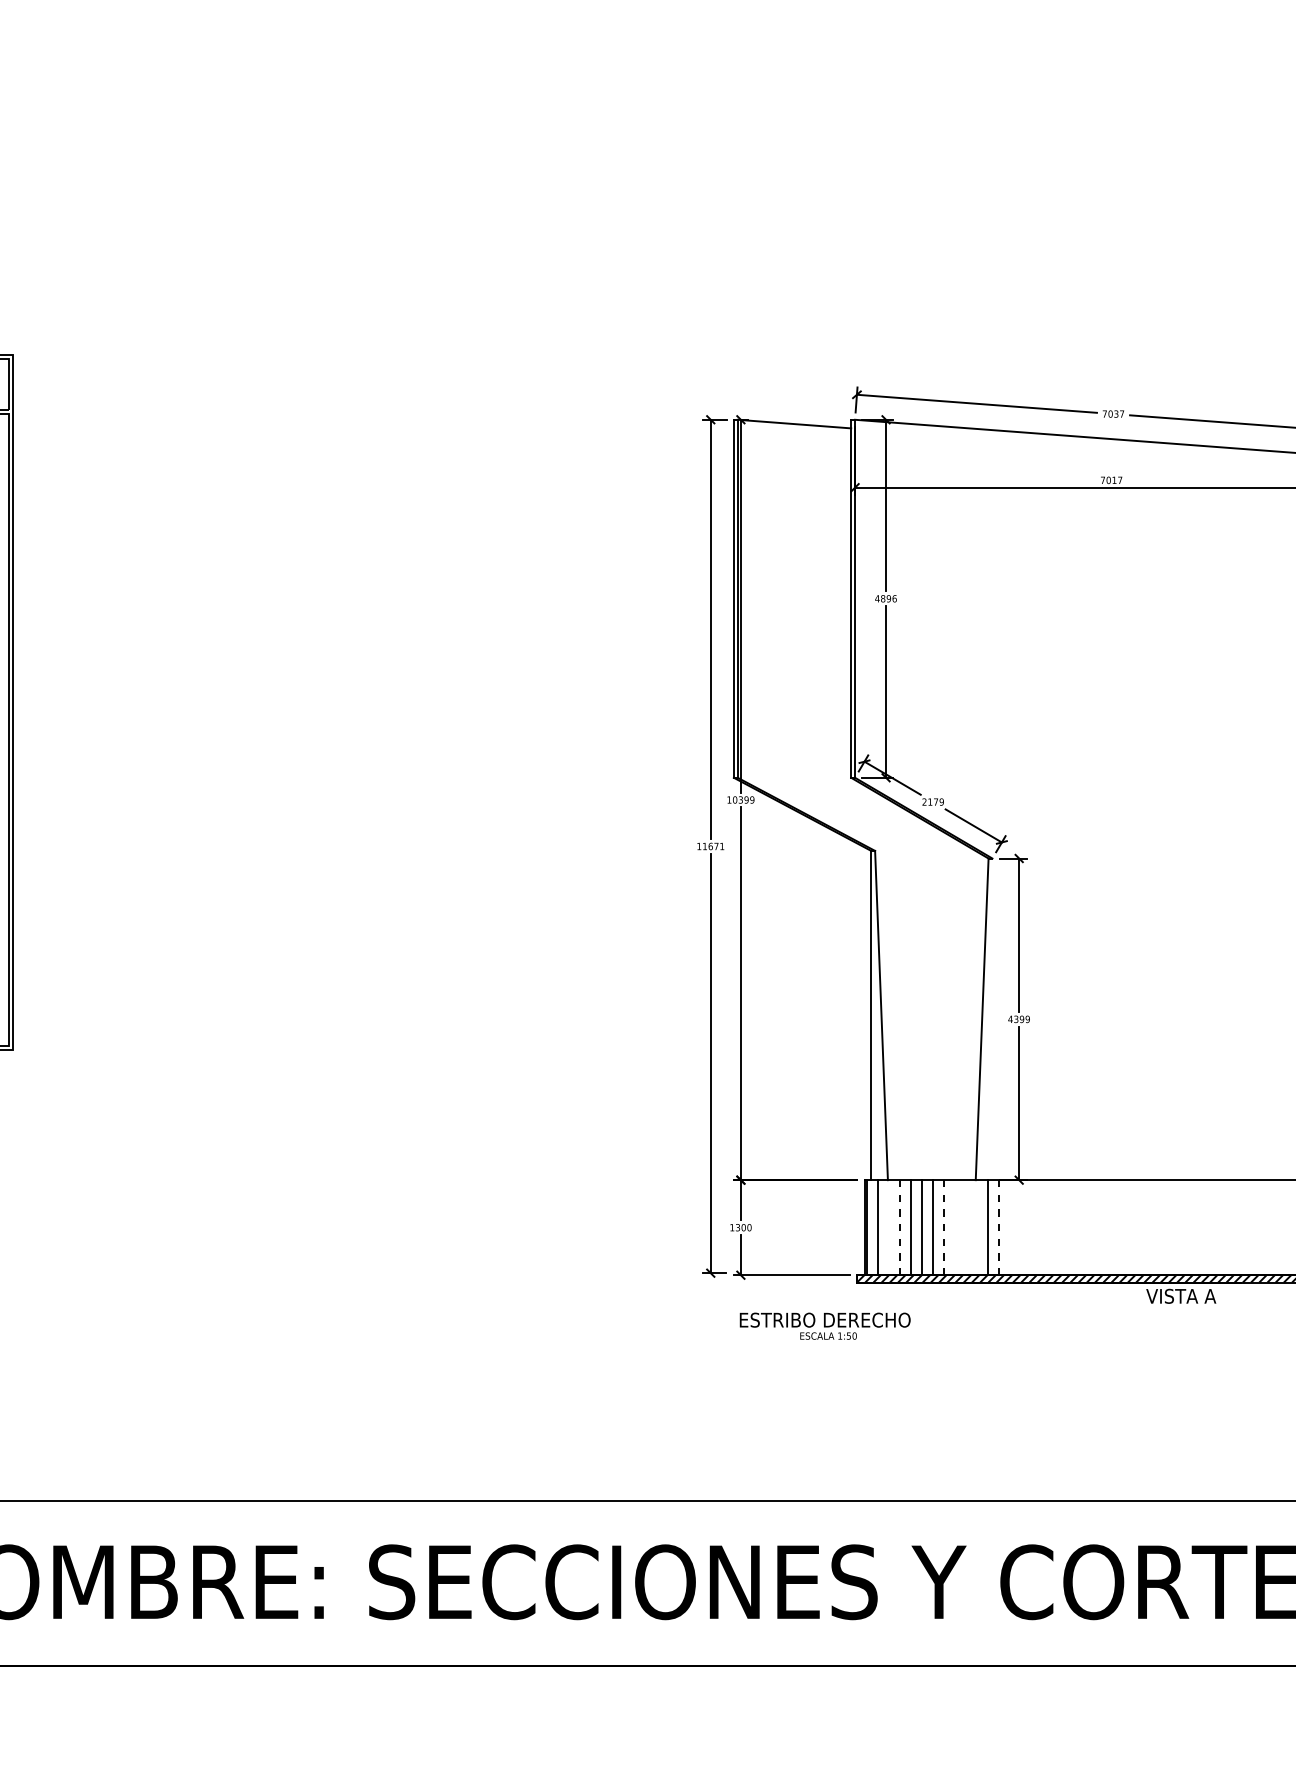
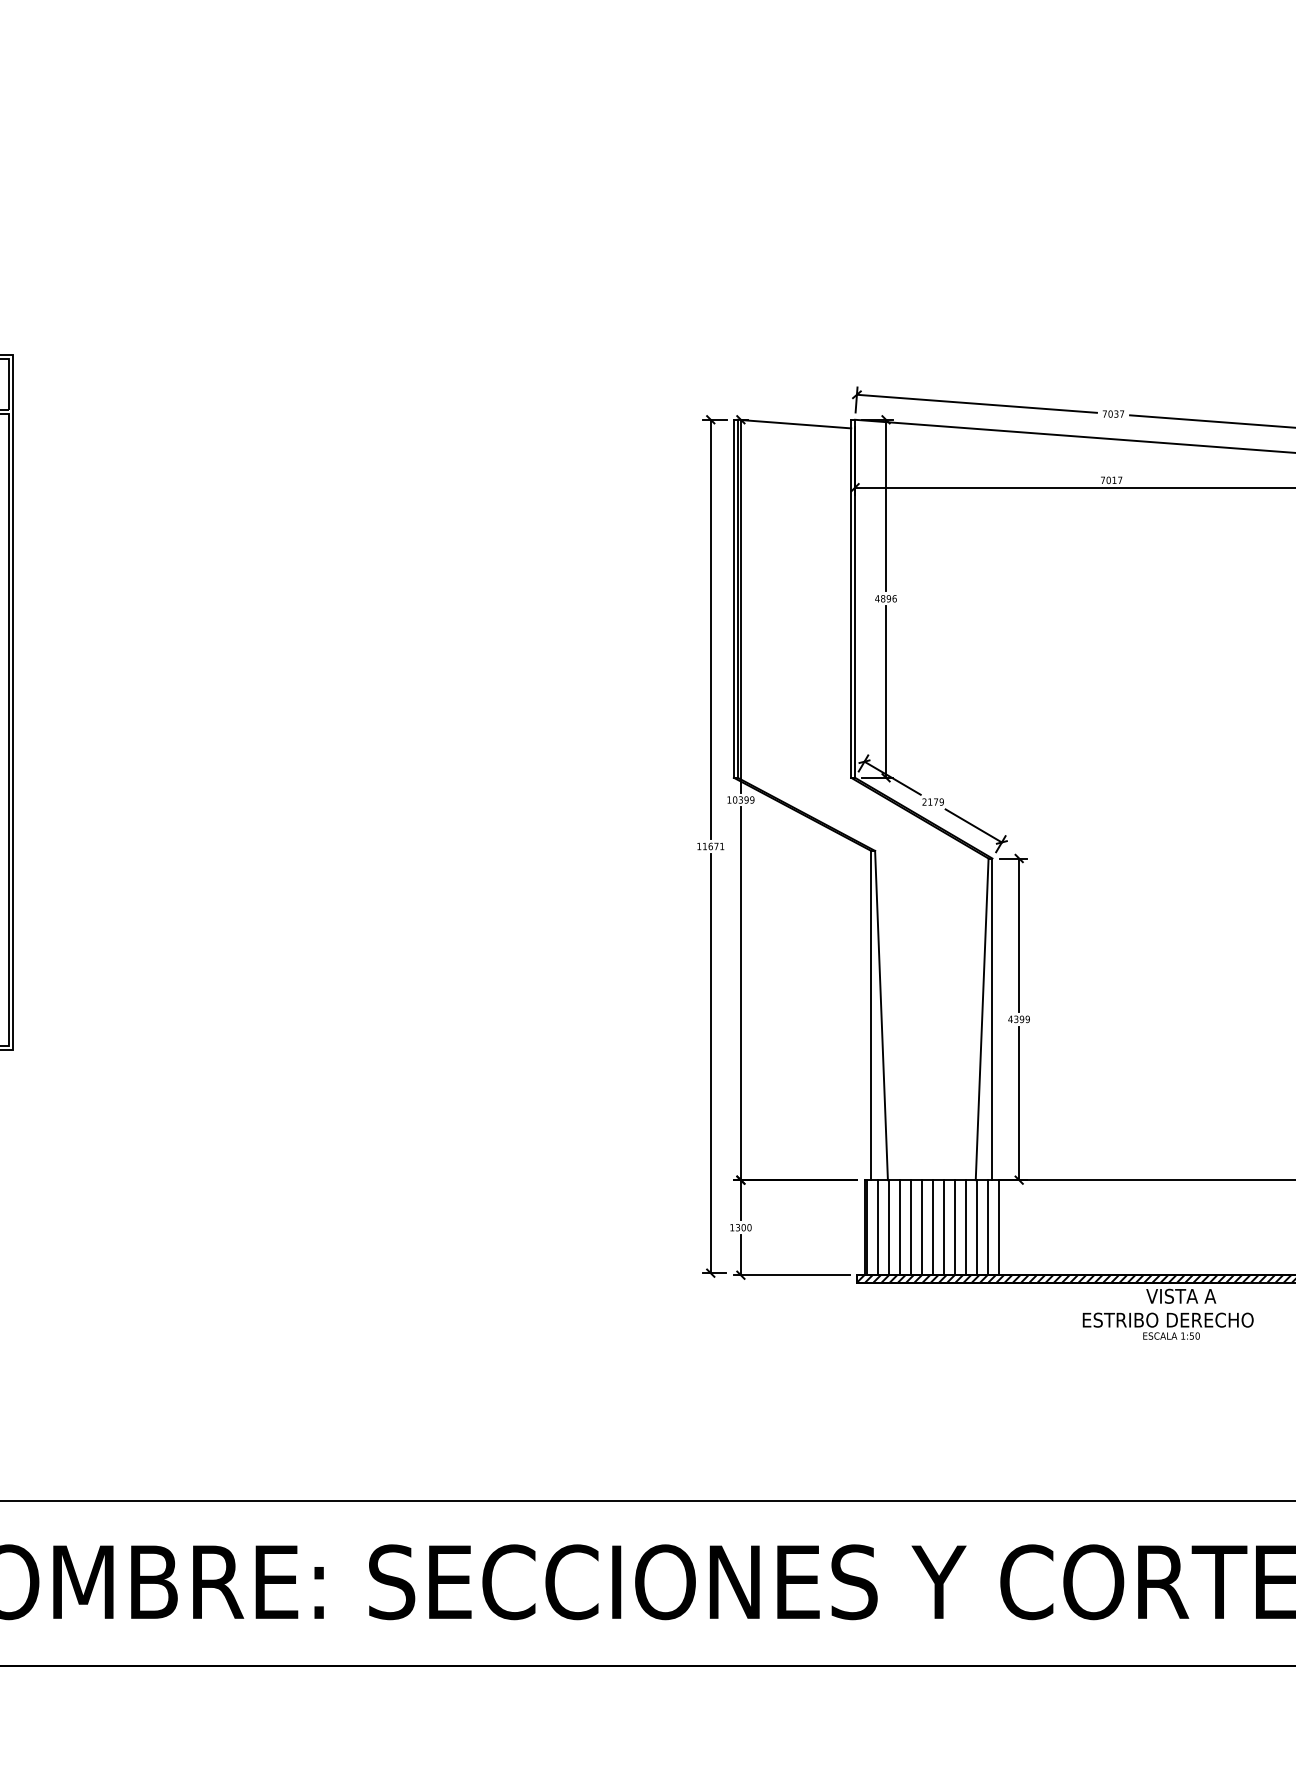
line at (992, 1019): none -> present
line at (889, 1227): none -> present
line at (900, 1227): dashed -> solid
line at (944, 1227): dashed -> solid
line at (955, 1227): none -> present
line at (965, 1227): none -> present
line at (976, 1227): none -> present
line at (998, 1227): dashed -> solid
text at (824, 1325) position: (824, 1325) -> (1167, 1325)
